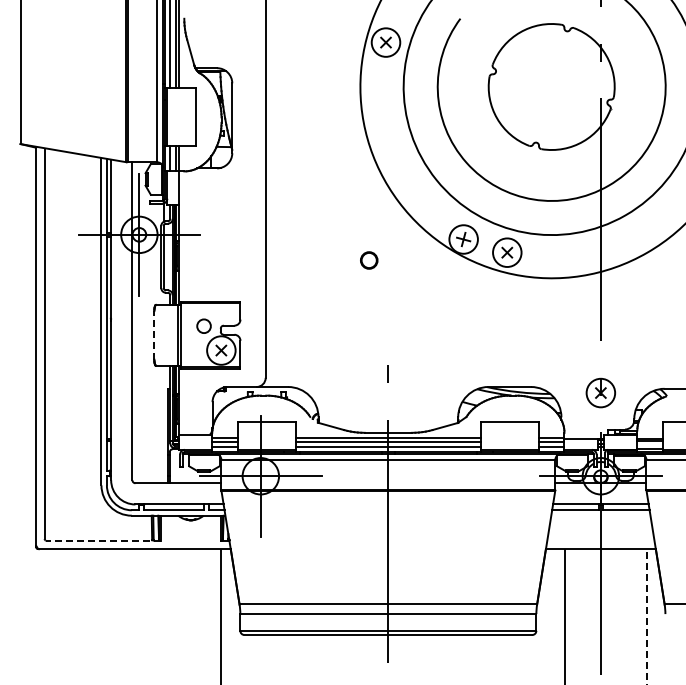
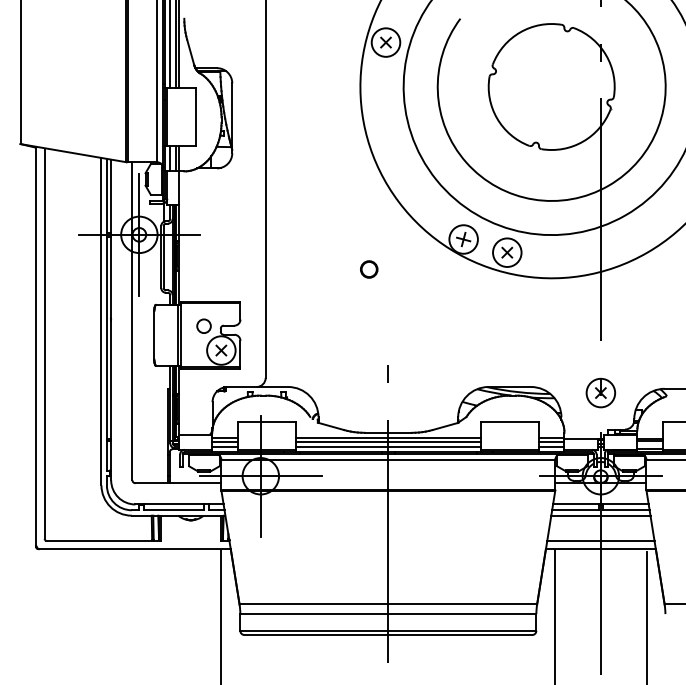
circle at (369, 260) position: (369, 260) -> (369, 269)
line at (154, 334): dashed -> solid
line at (600, 515): none -> present
line at (102, 540): dashed -> solid
line at (600, 540): none -> present
line at (565, 615) position: (565, 615) -> (555, 615)
line at (646, 618): dashed -> solid
